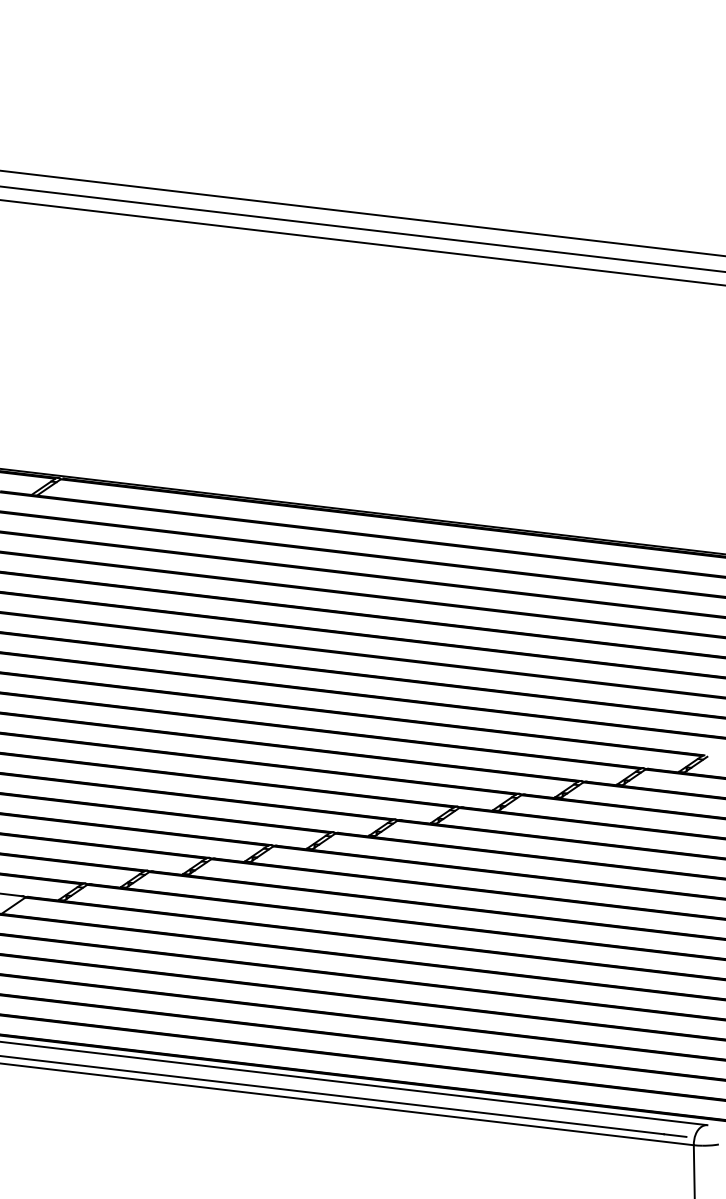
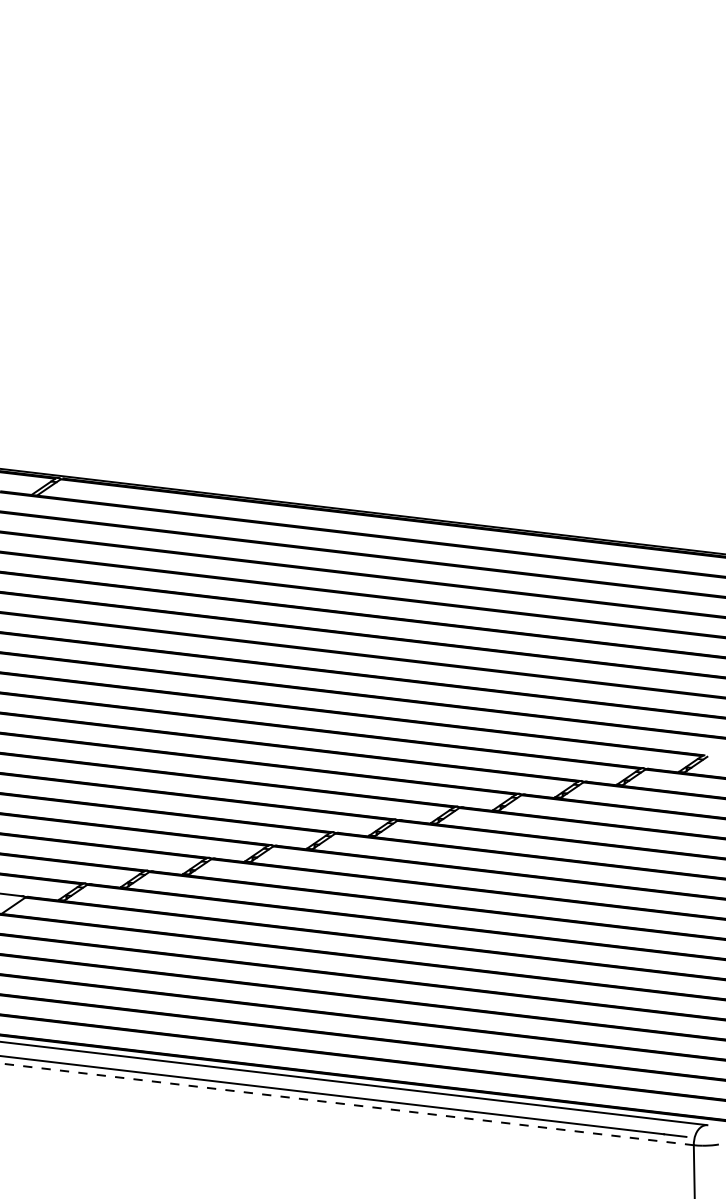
line at (362, 213): present -> none
line at (362, 228): present -> none
line at (362, 242): present -> none
line at (347, 1104): solid -> dashed
